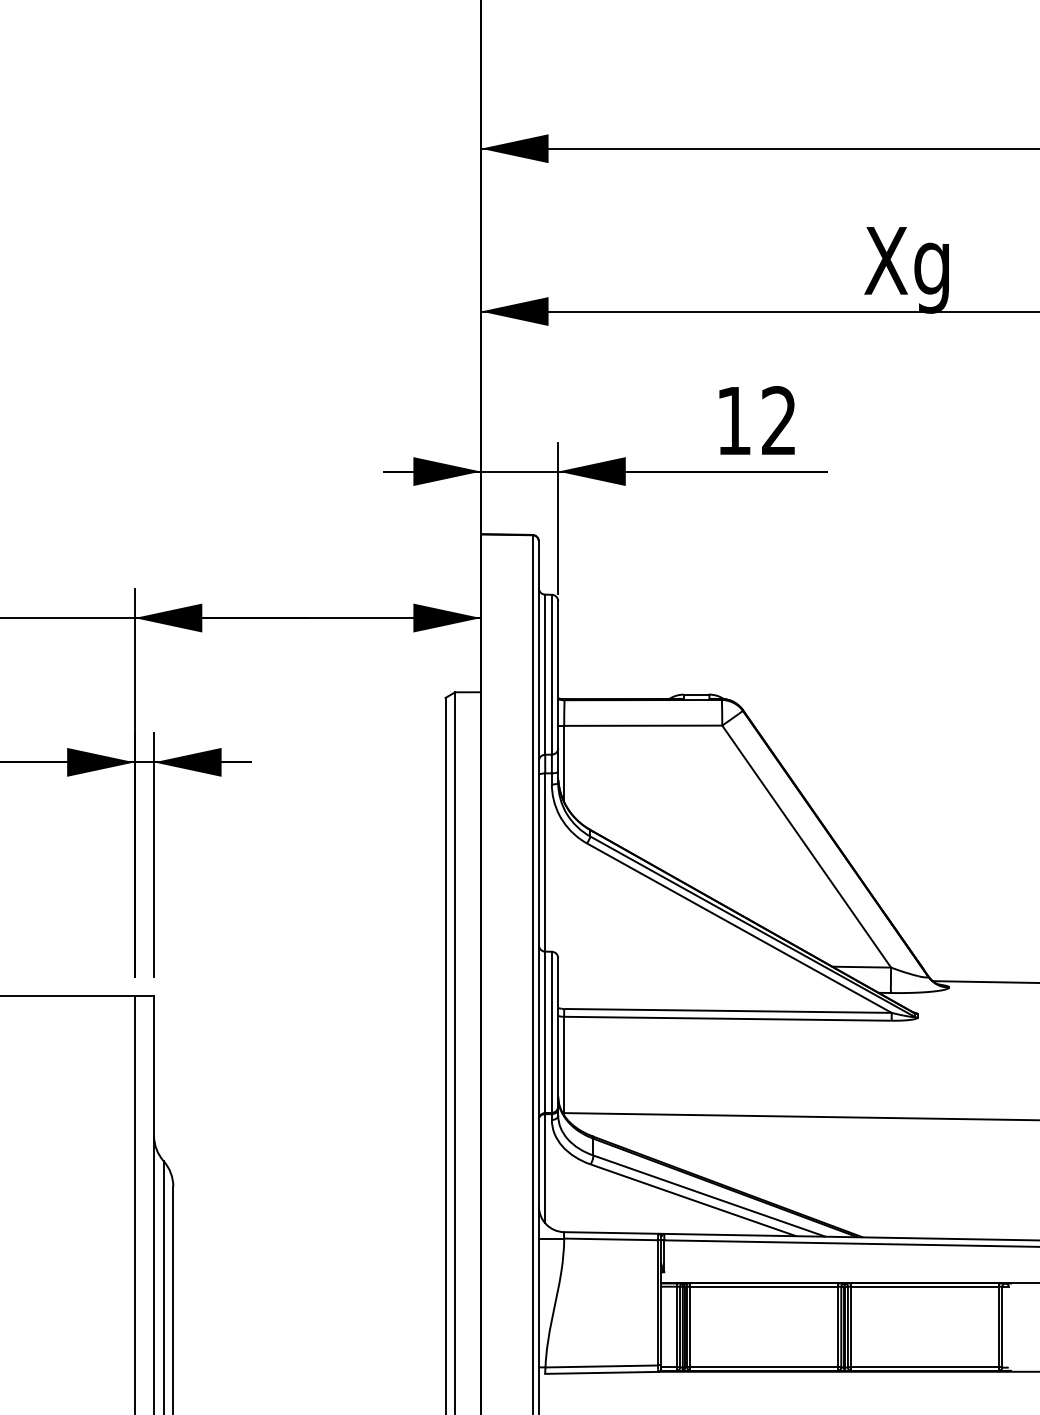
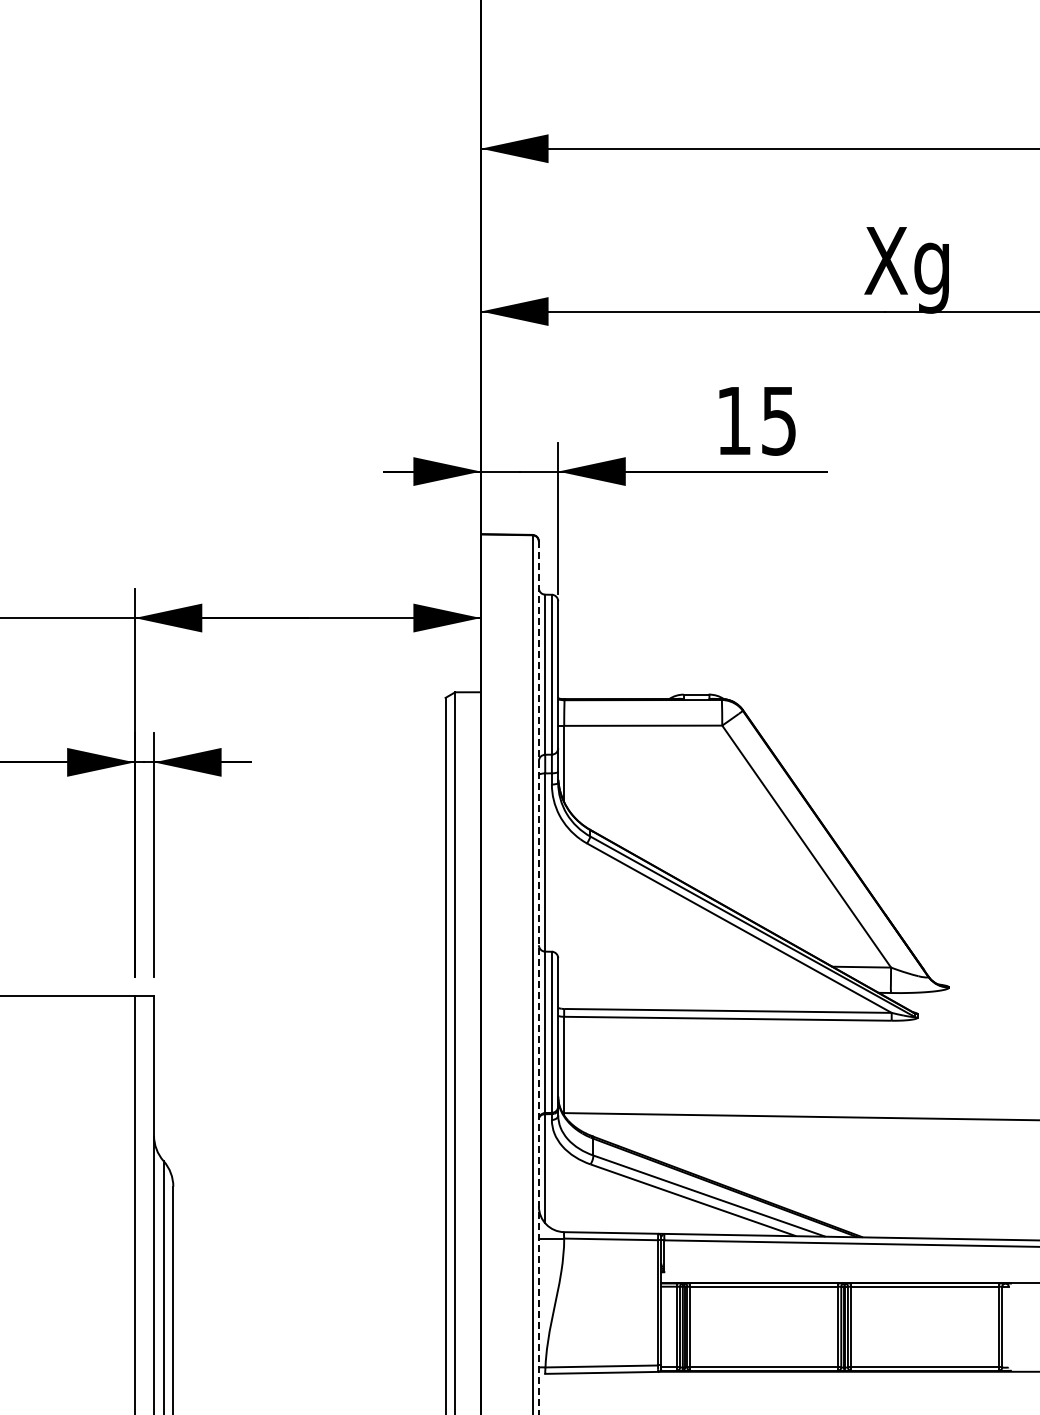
text at (778, 420): 12 -> 15
line at (538, 978): solid -> dashed
line at (984, 981): present -> none
